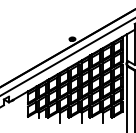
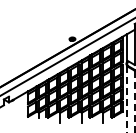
line at (127, 99): solid -> dashed
line at (134, 101): solid -> dashed
